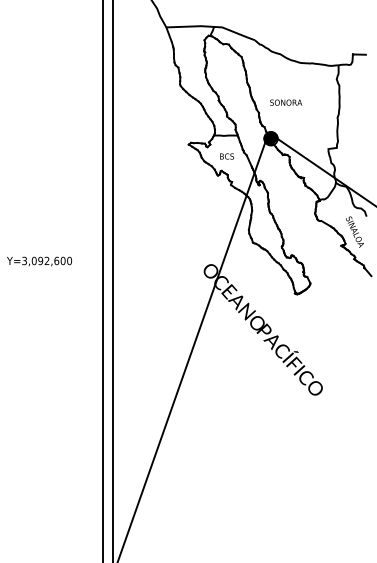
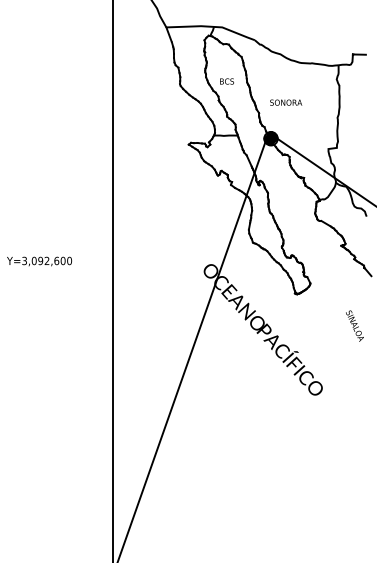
text at (226, 156) position: (226, 156) -> (226, 81)
text at (354, 231) position: (354, 231) -> (354, 325)
line at (103, 280): present -> none
